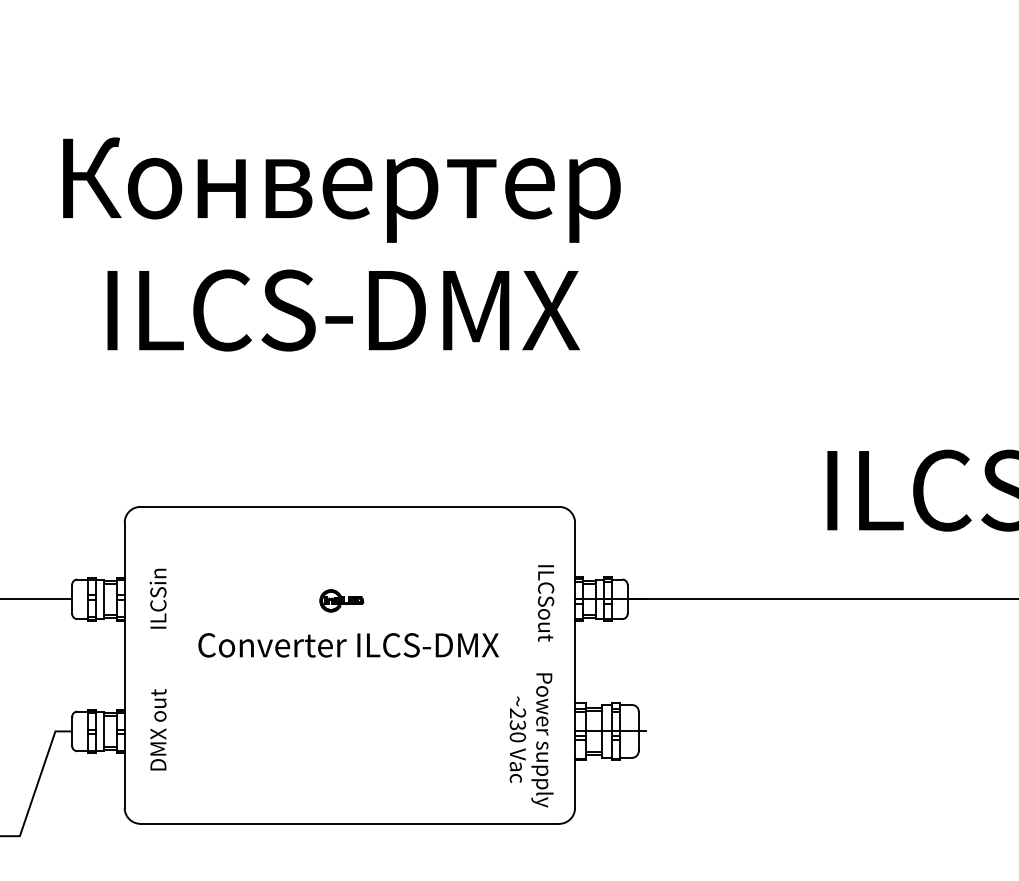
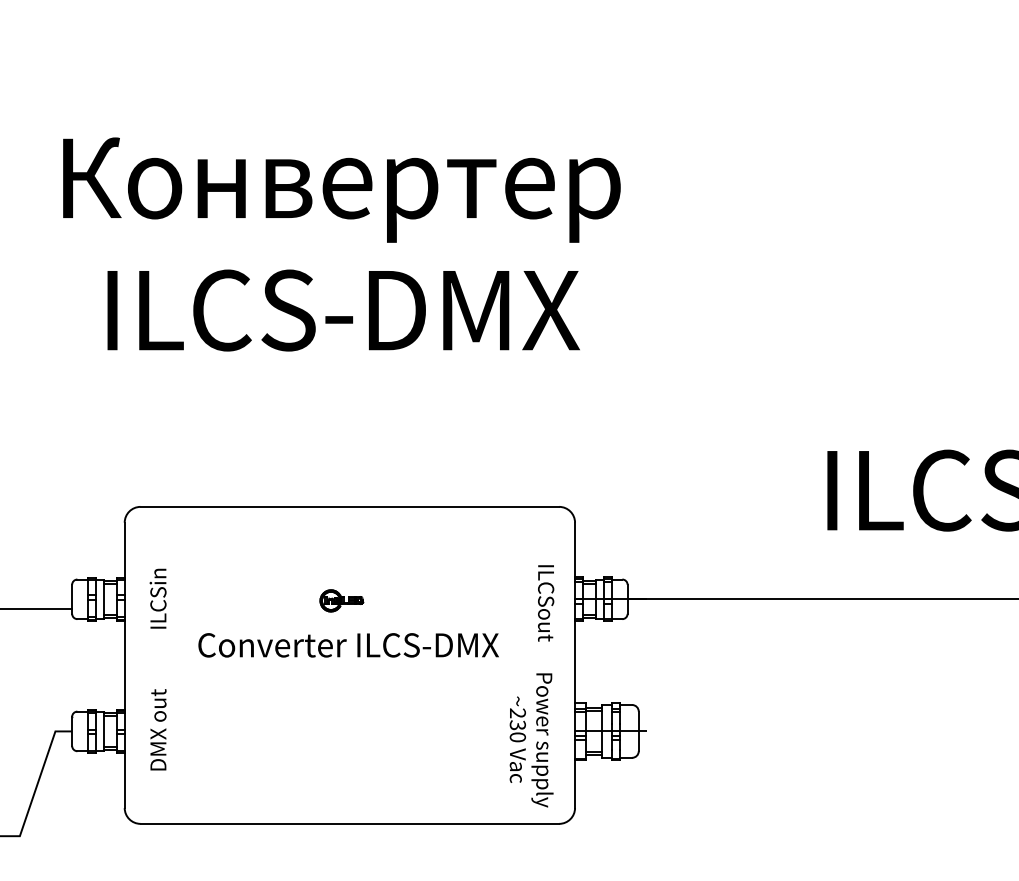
line at (37, 599) position: (37, 599) -> (37, 609)
